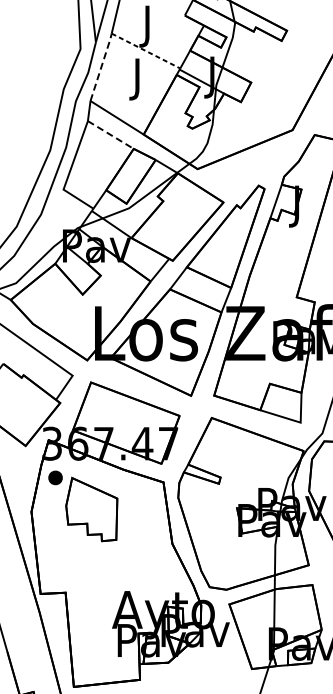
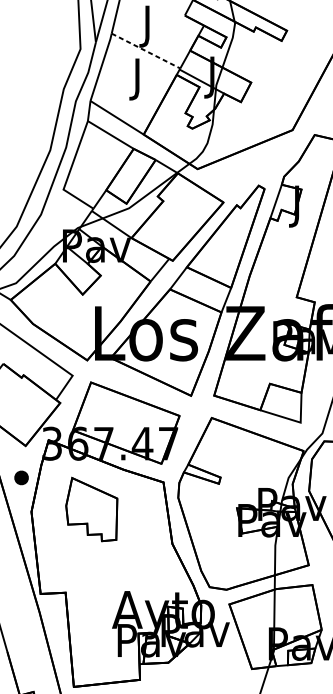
line at (101, 66): dashed -> solid
line at (110, 135): dashed -> solid
part at (55, 477) position: (55, 477) -> (21, 477)
